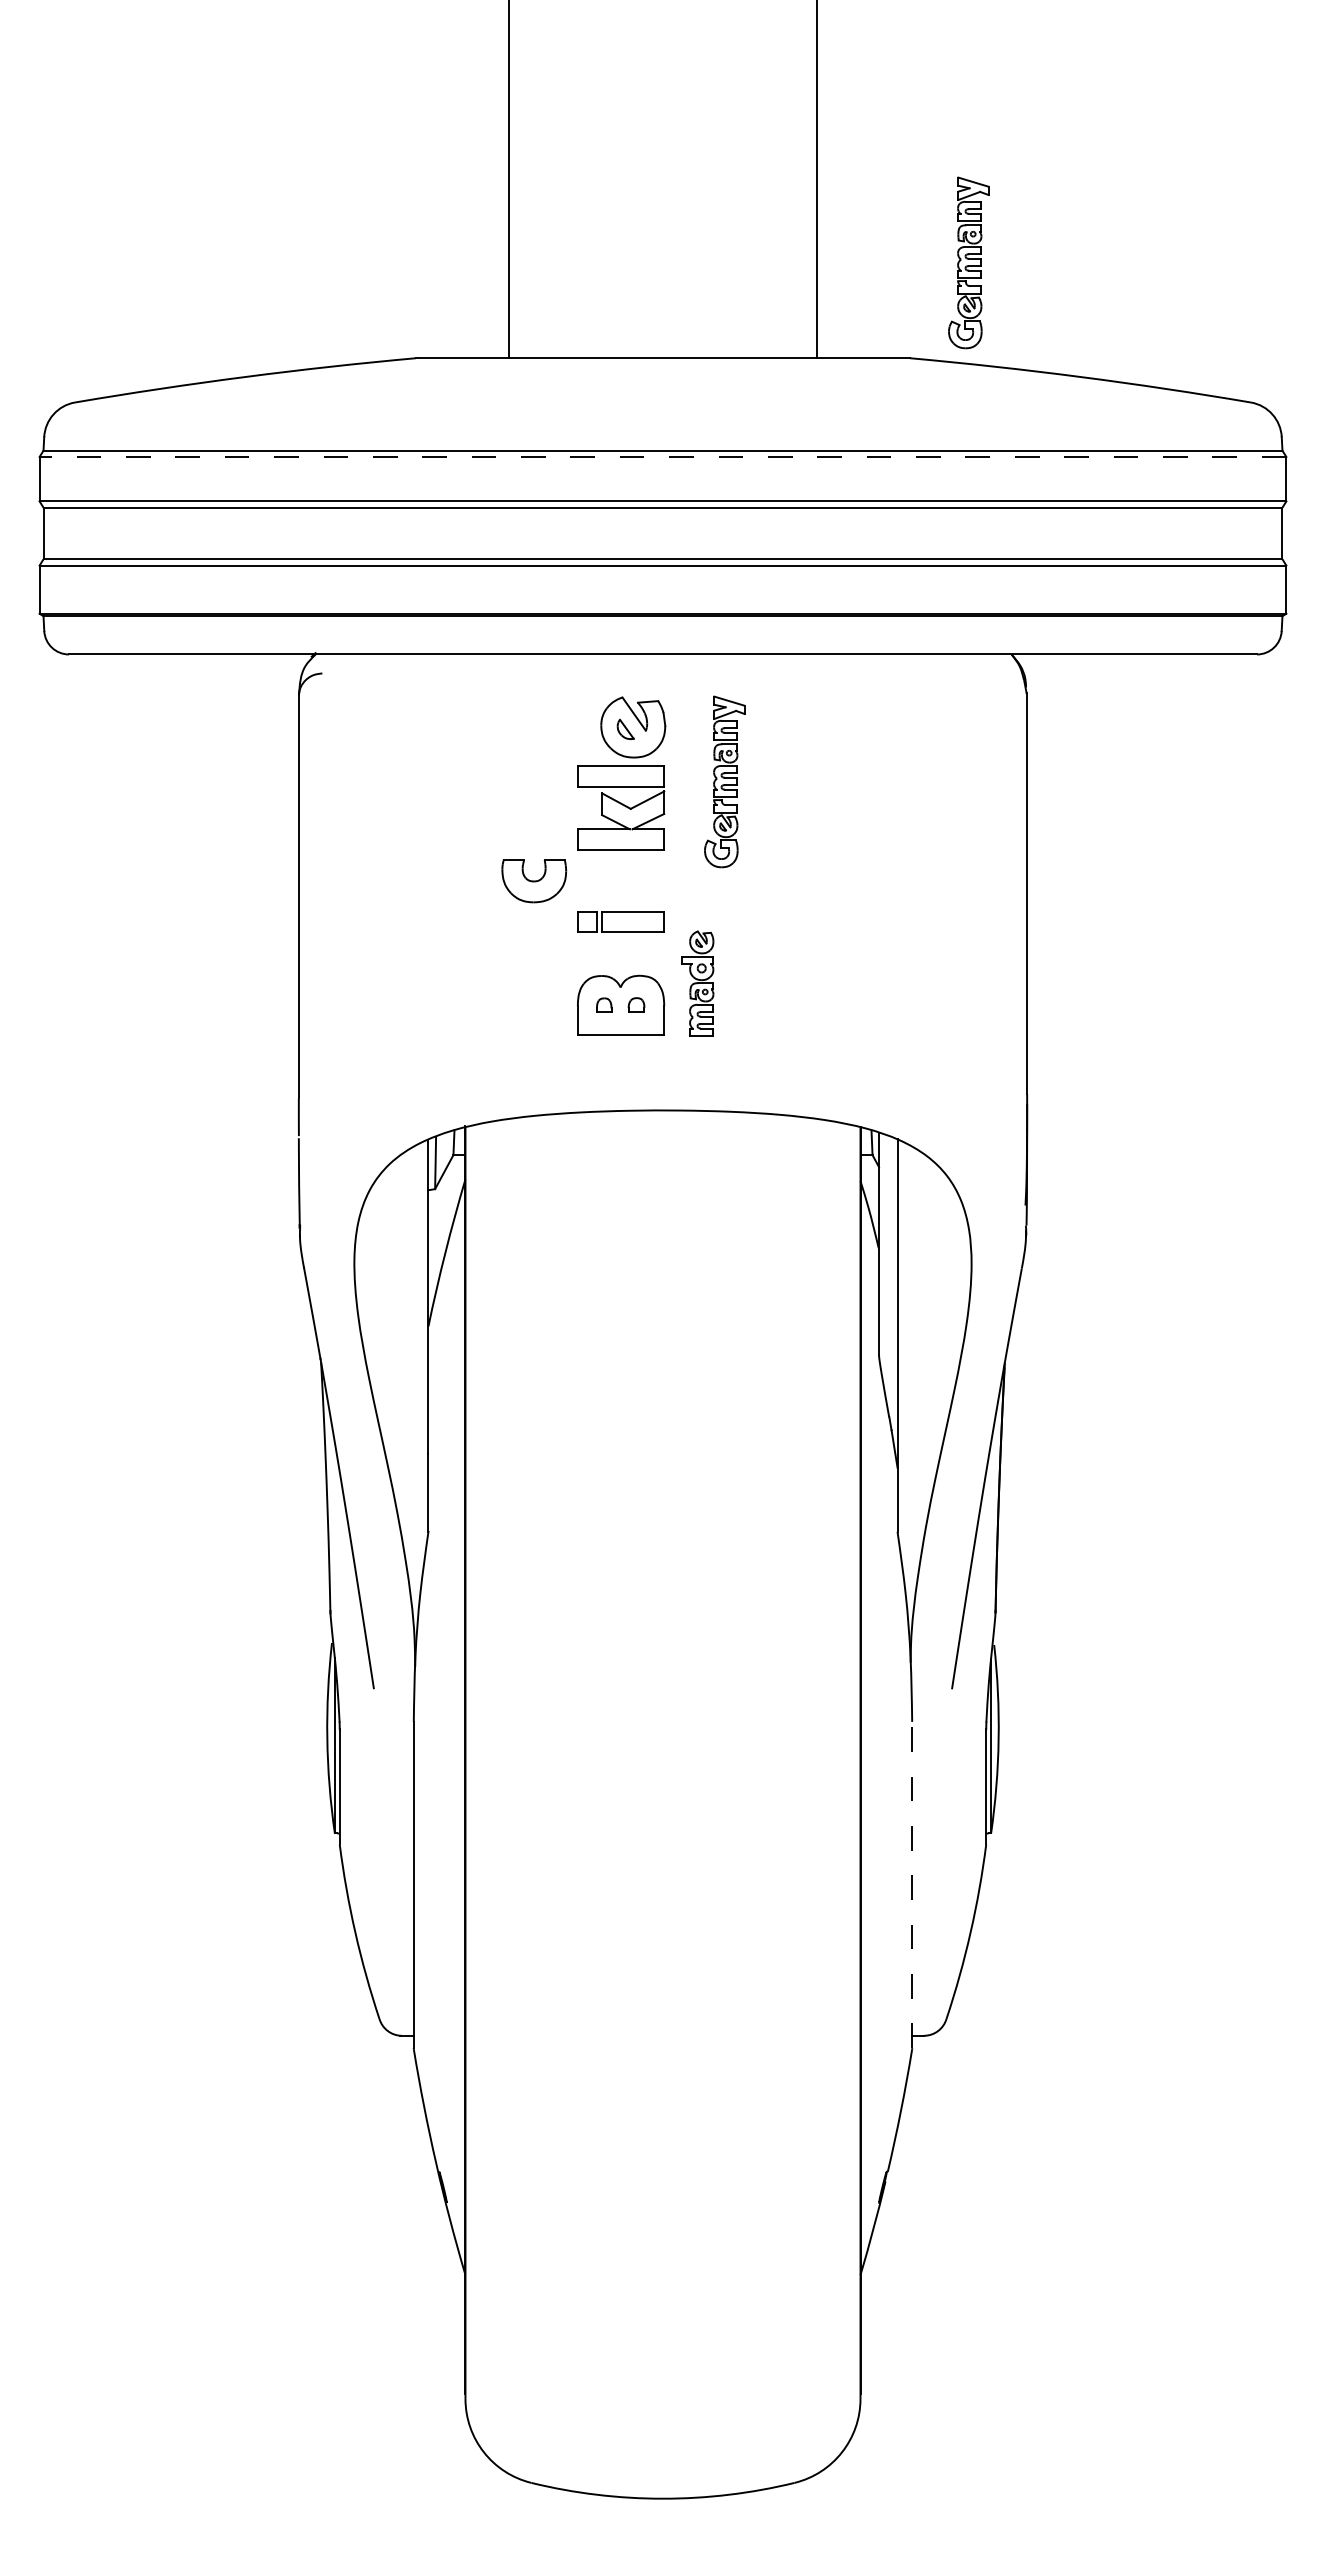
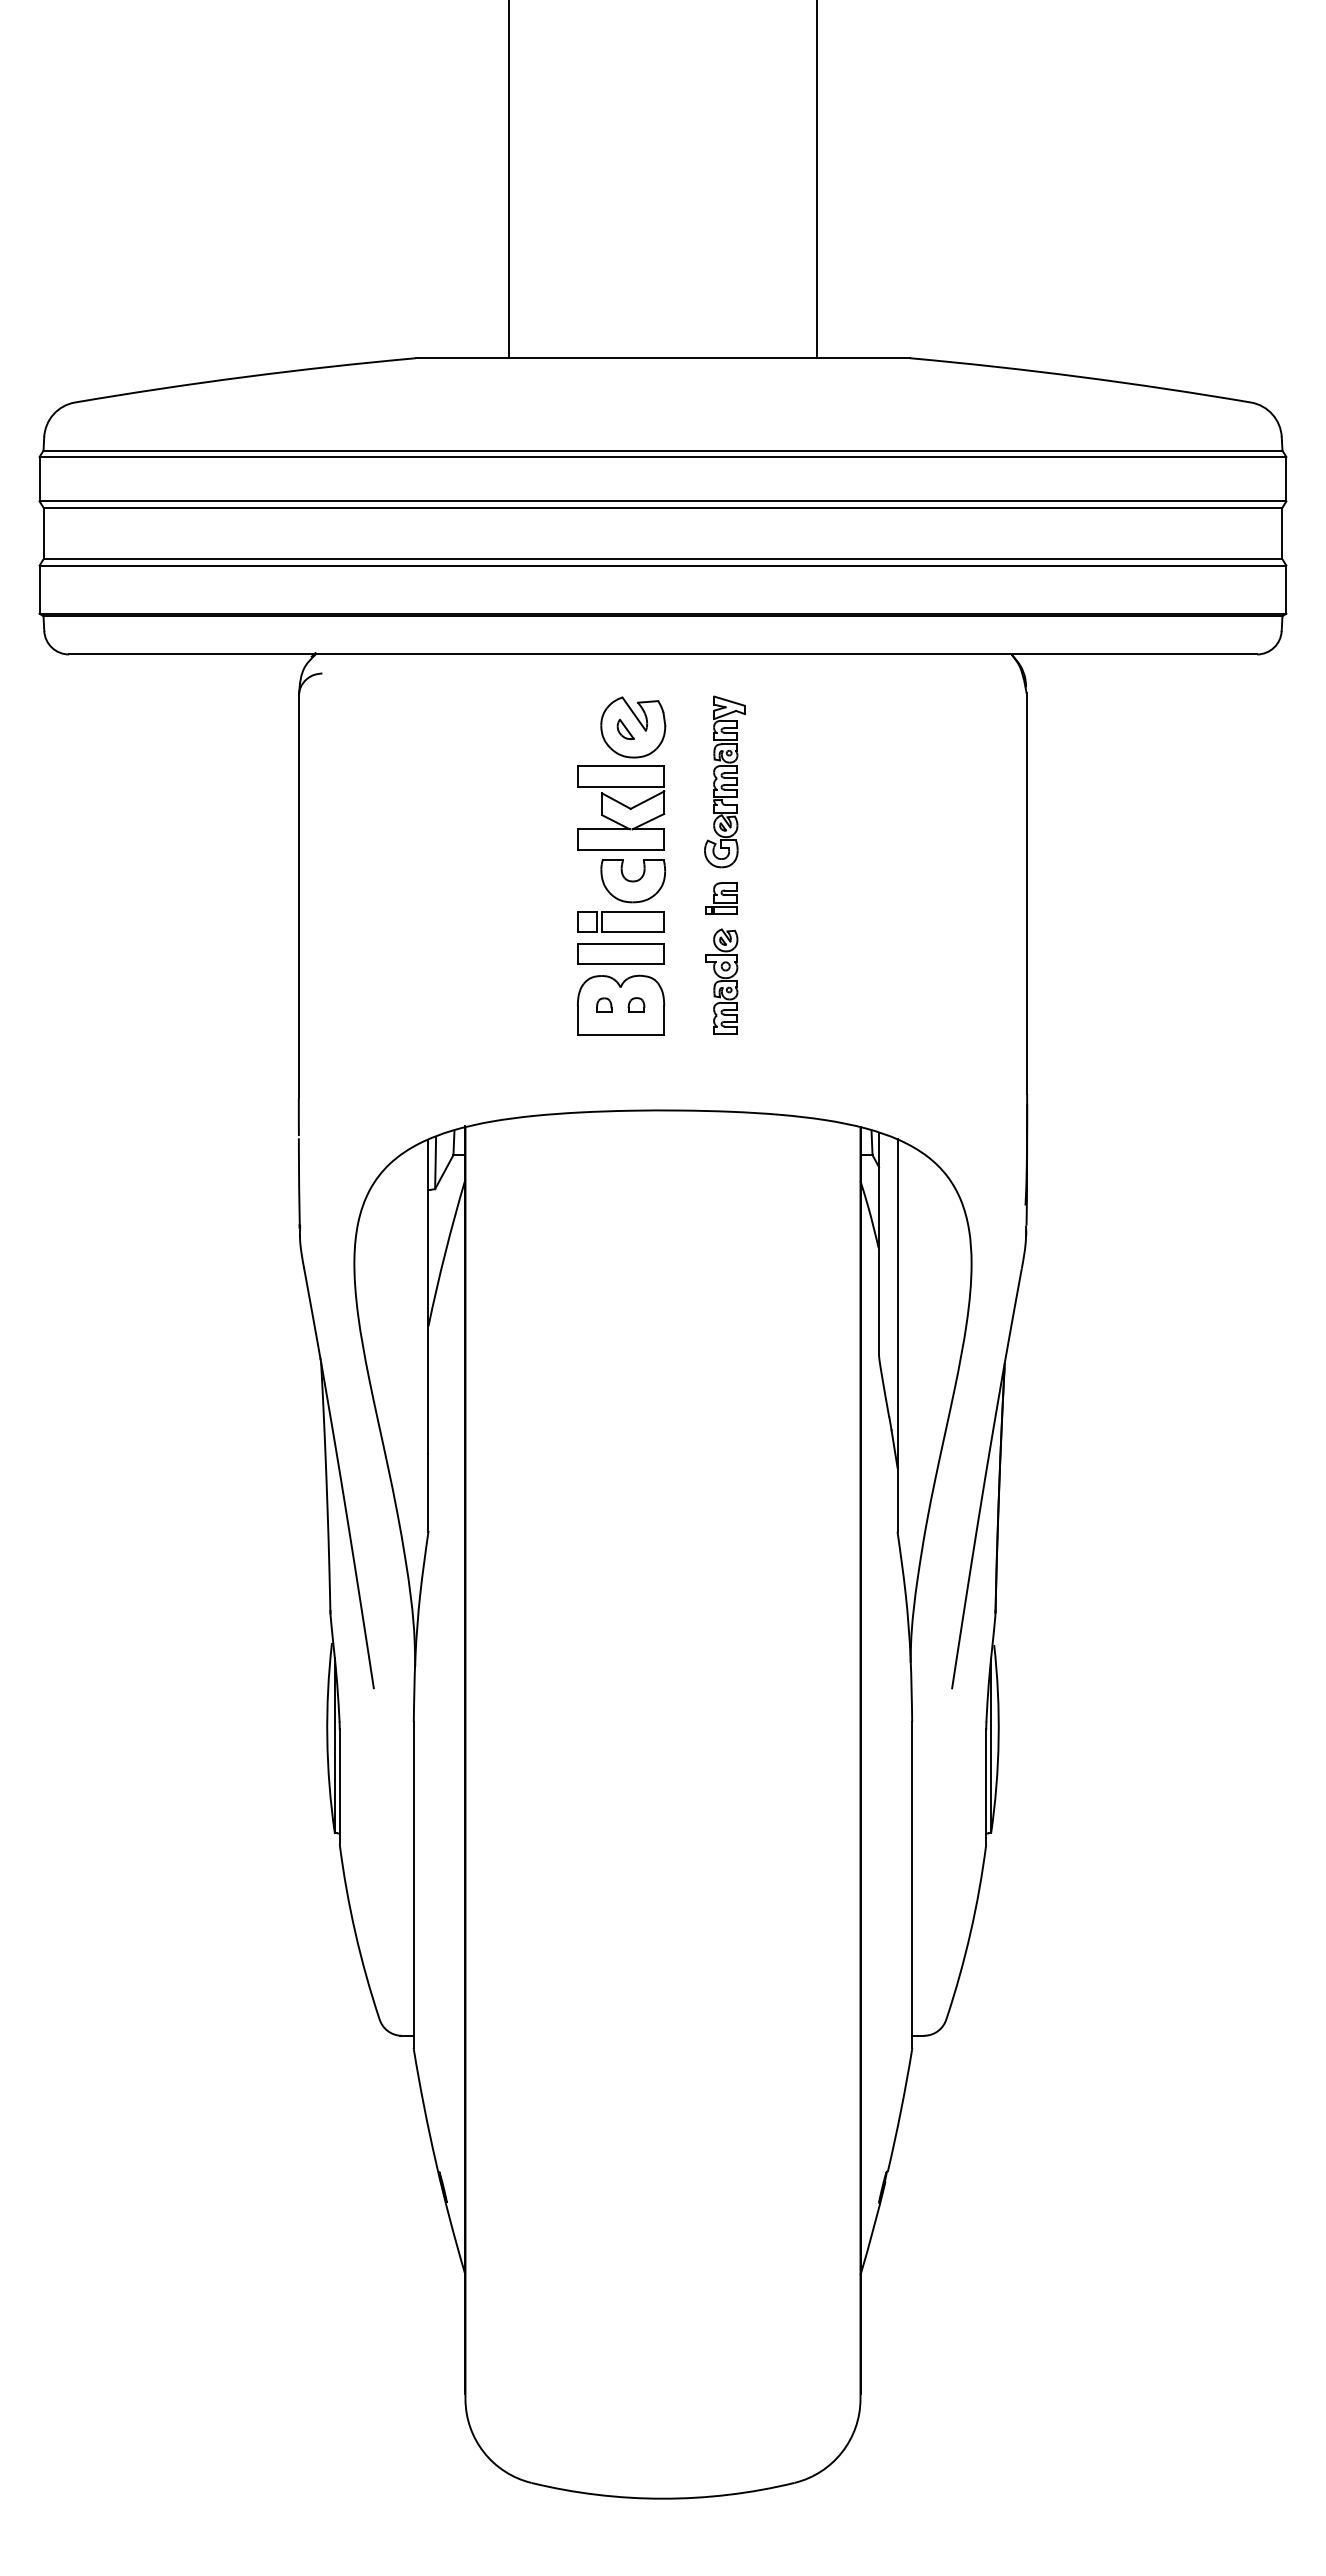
part at (968, 262): present -> none
line at (662, 456): dashed -> solid
part at (534, 881) position: (534, 881) -> (633, 881)
part at (721, 898): none -> present
part at (620, 953): none -> present
part at (697, 983) position: (697, 983) -> (721, 981)
line at (912, 1884): dashed -> solid
